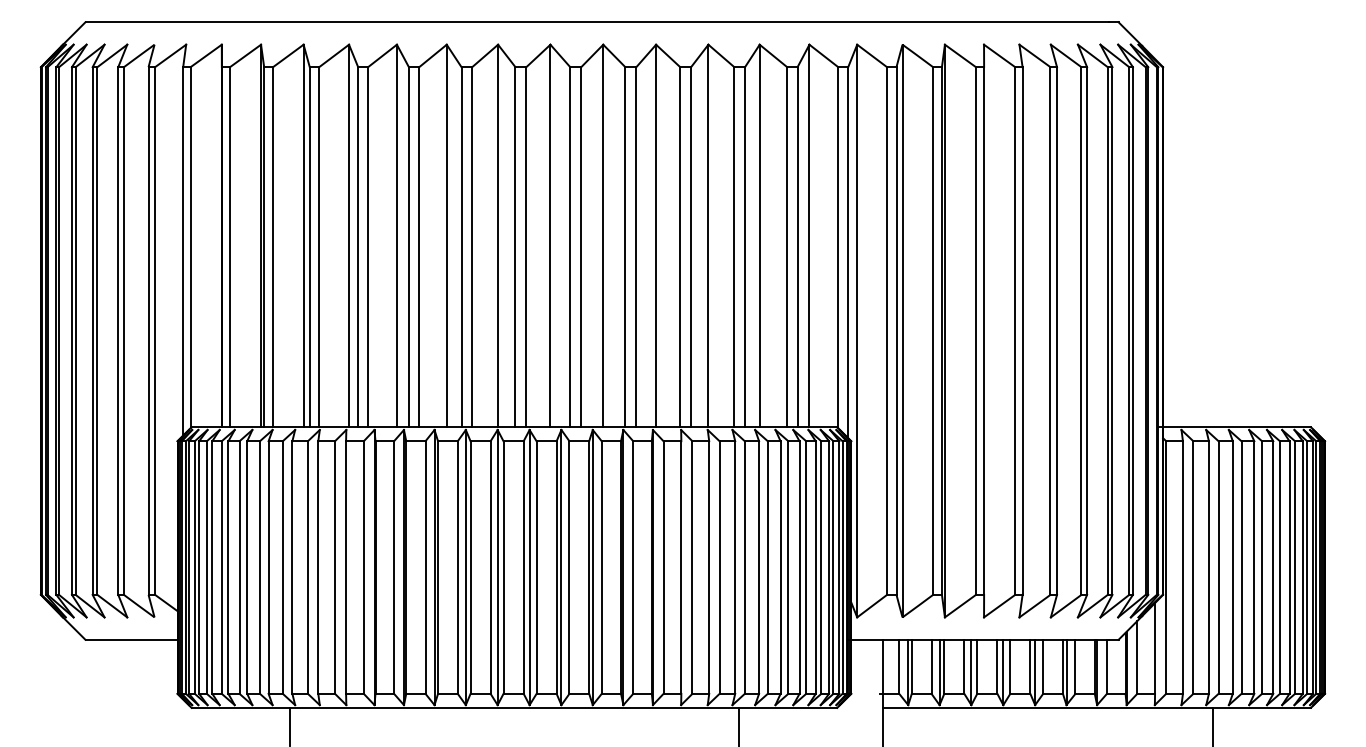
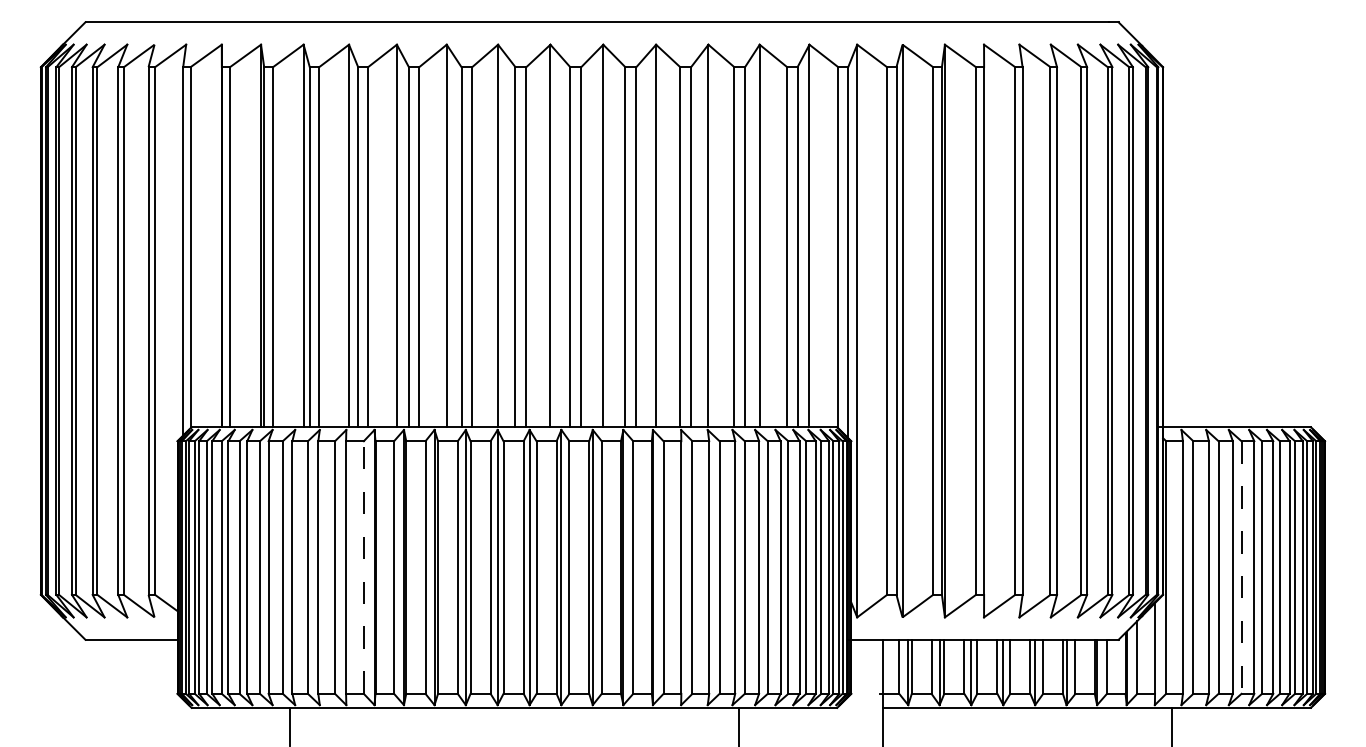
line at (363, 567): solid -> dashed
line at (1241, 568): solid -> dashed
line at (1212, 725) position: (1212, 725) -> (1171, 725)
